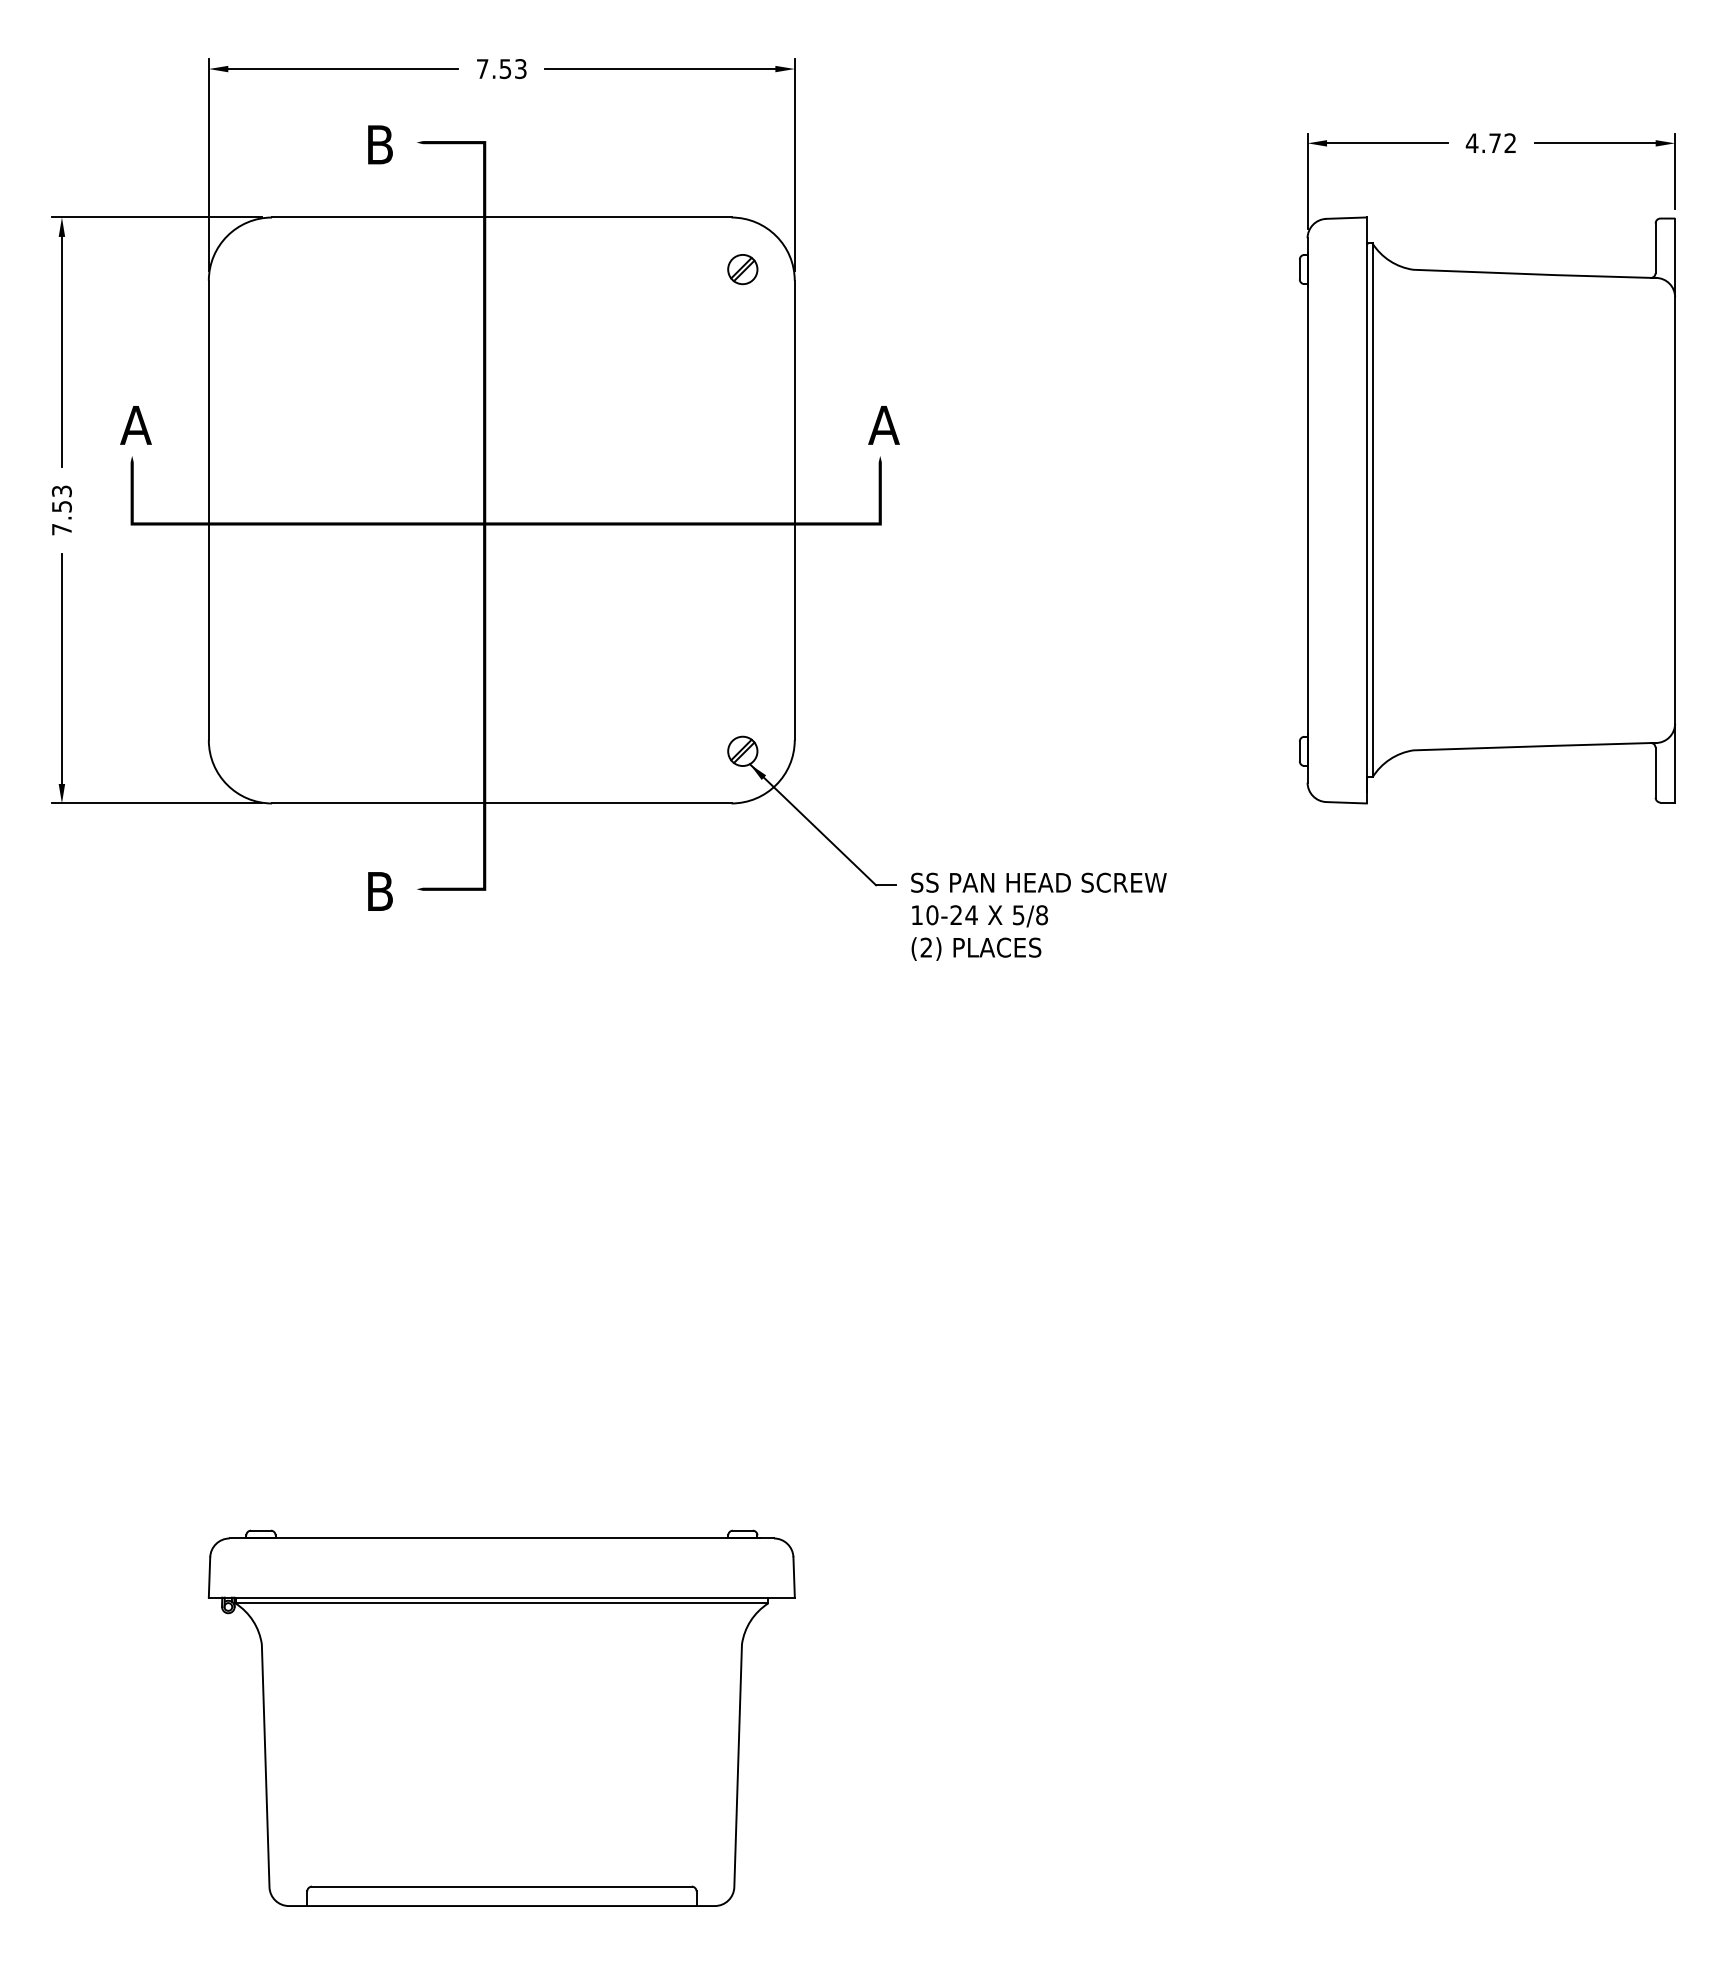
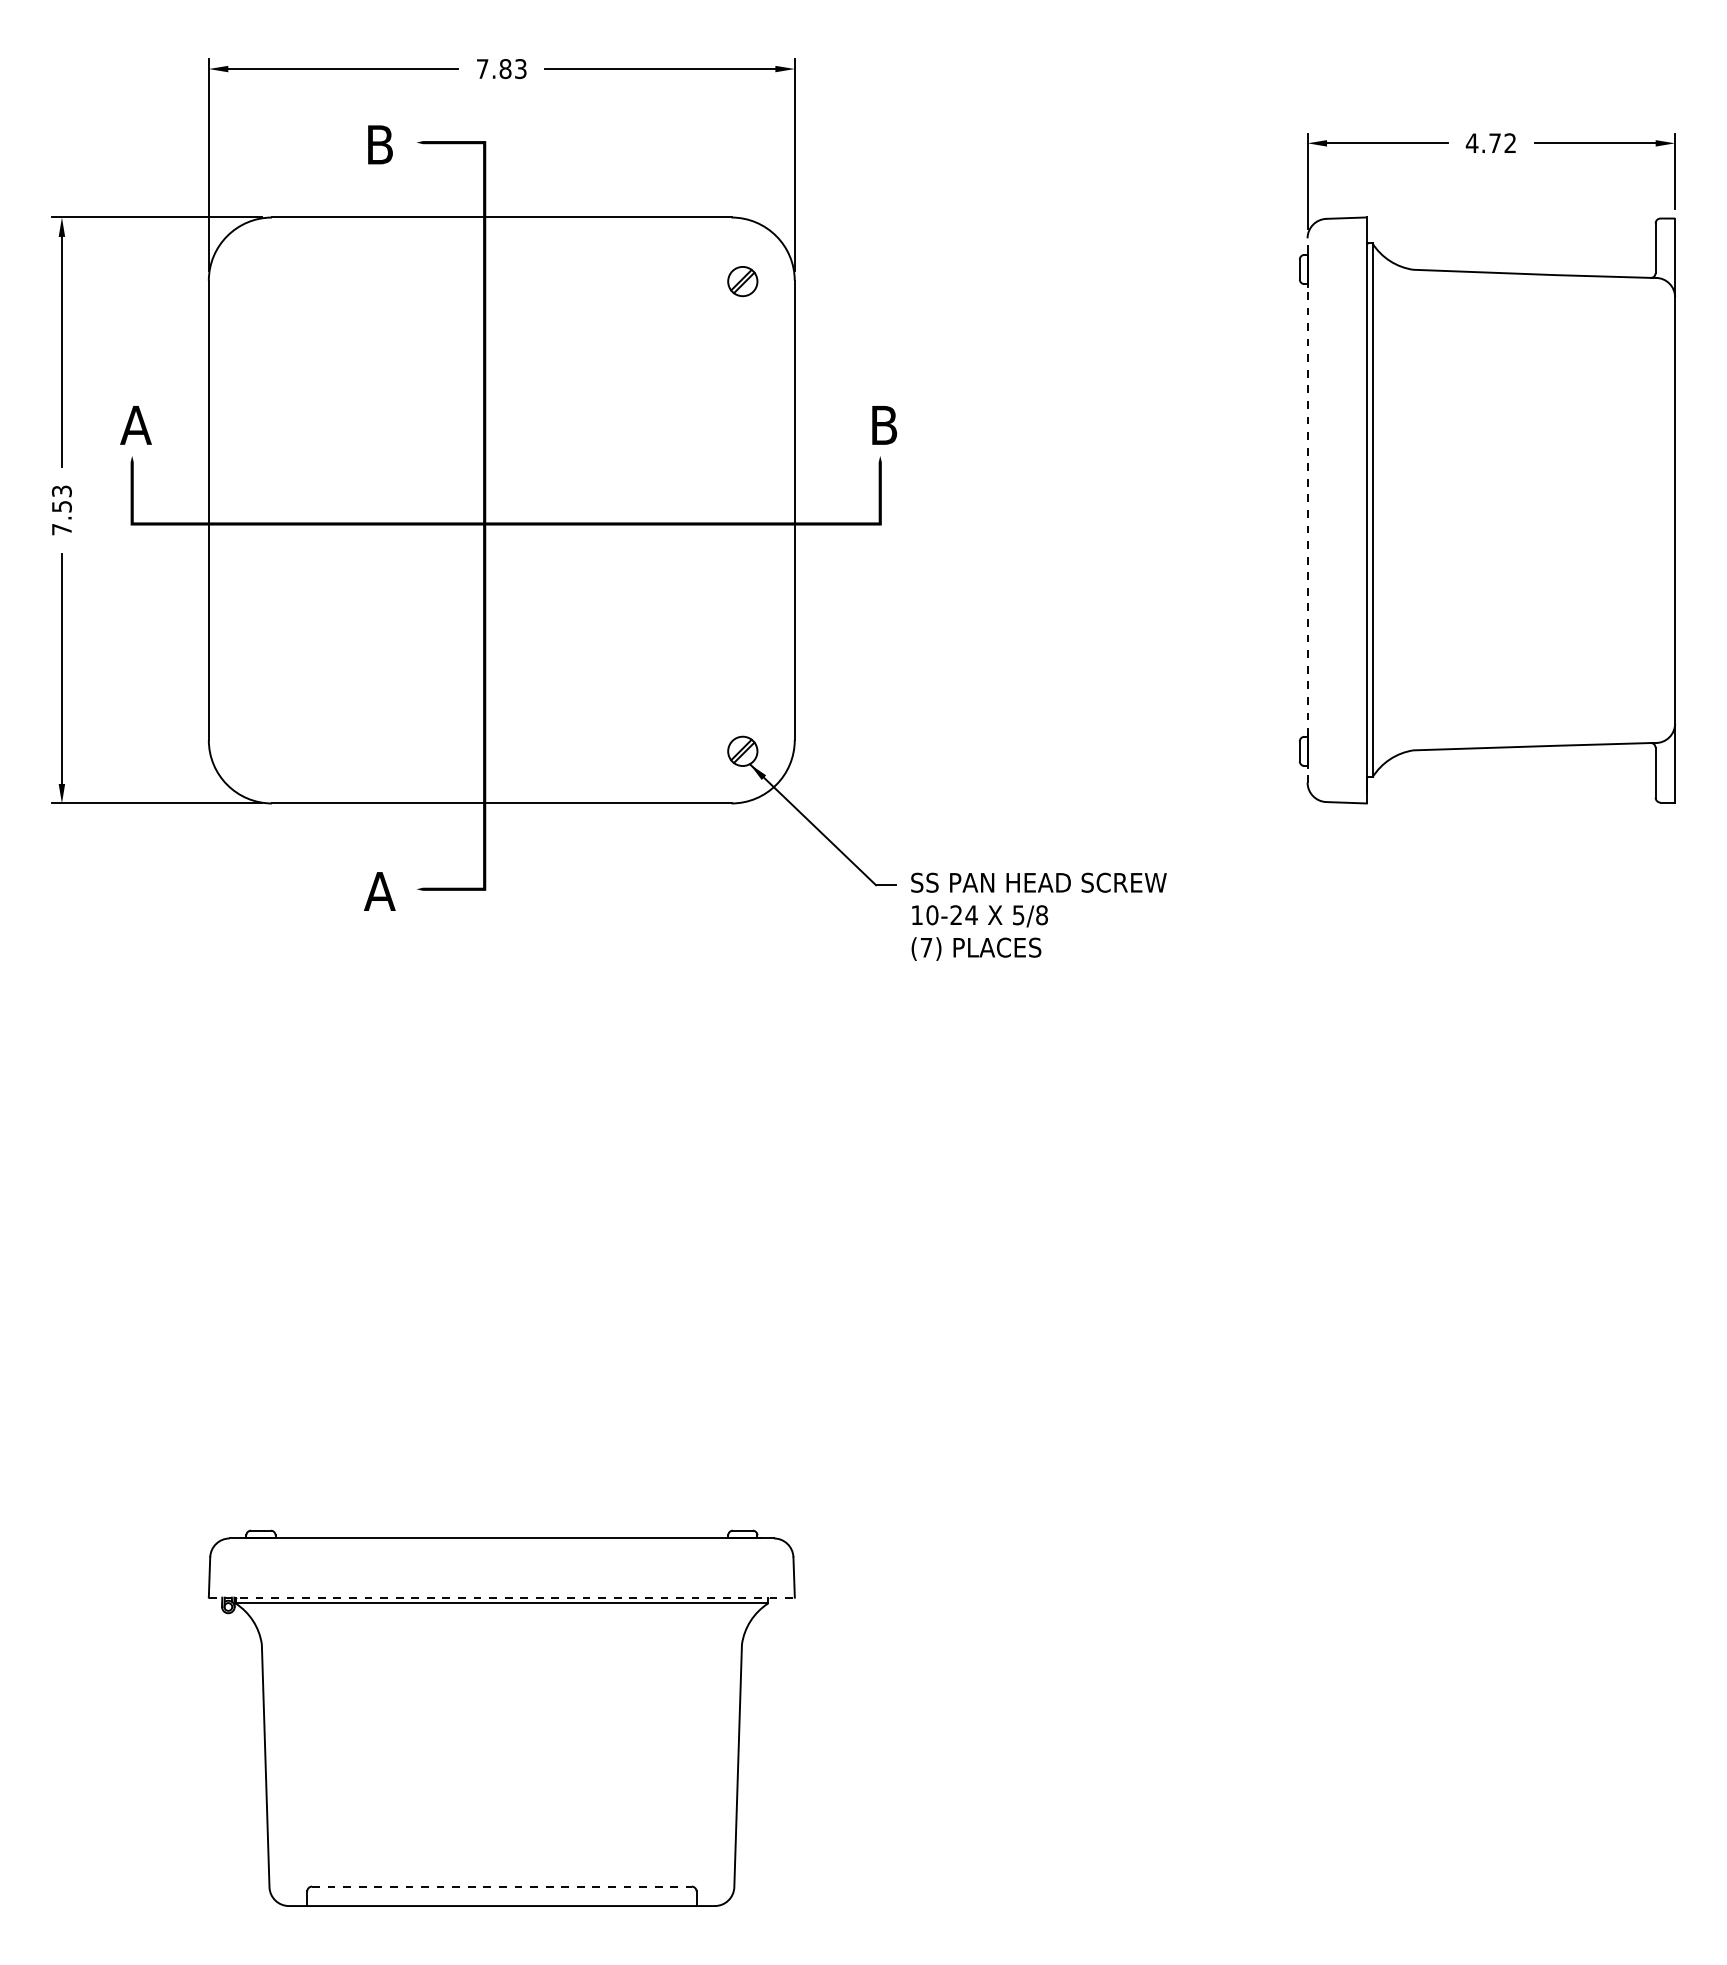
text at (505, 68): 7.53 -> 7.83
part at (742, 269) position: (742, 269) -> (742, 281)
text at (883, 425): A -> B
line at (1307, 509): solid -> dashed
text at (379, 891): B -> A
text at (926, 947): (2) -> (7)
line at (502, 1597): solid -> dashed
line at (501, 1886): solid -> dashed
